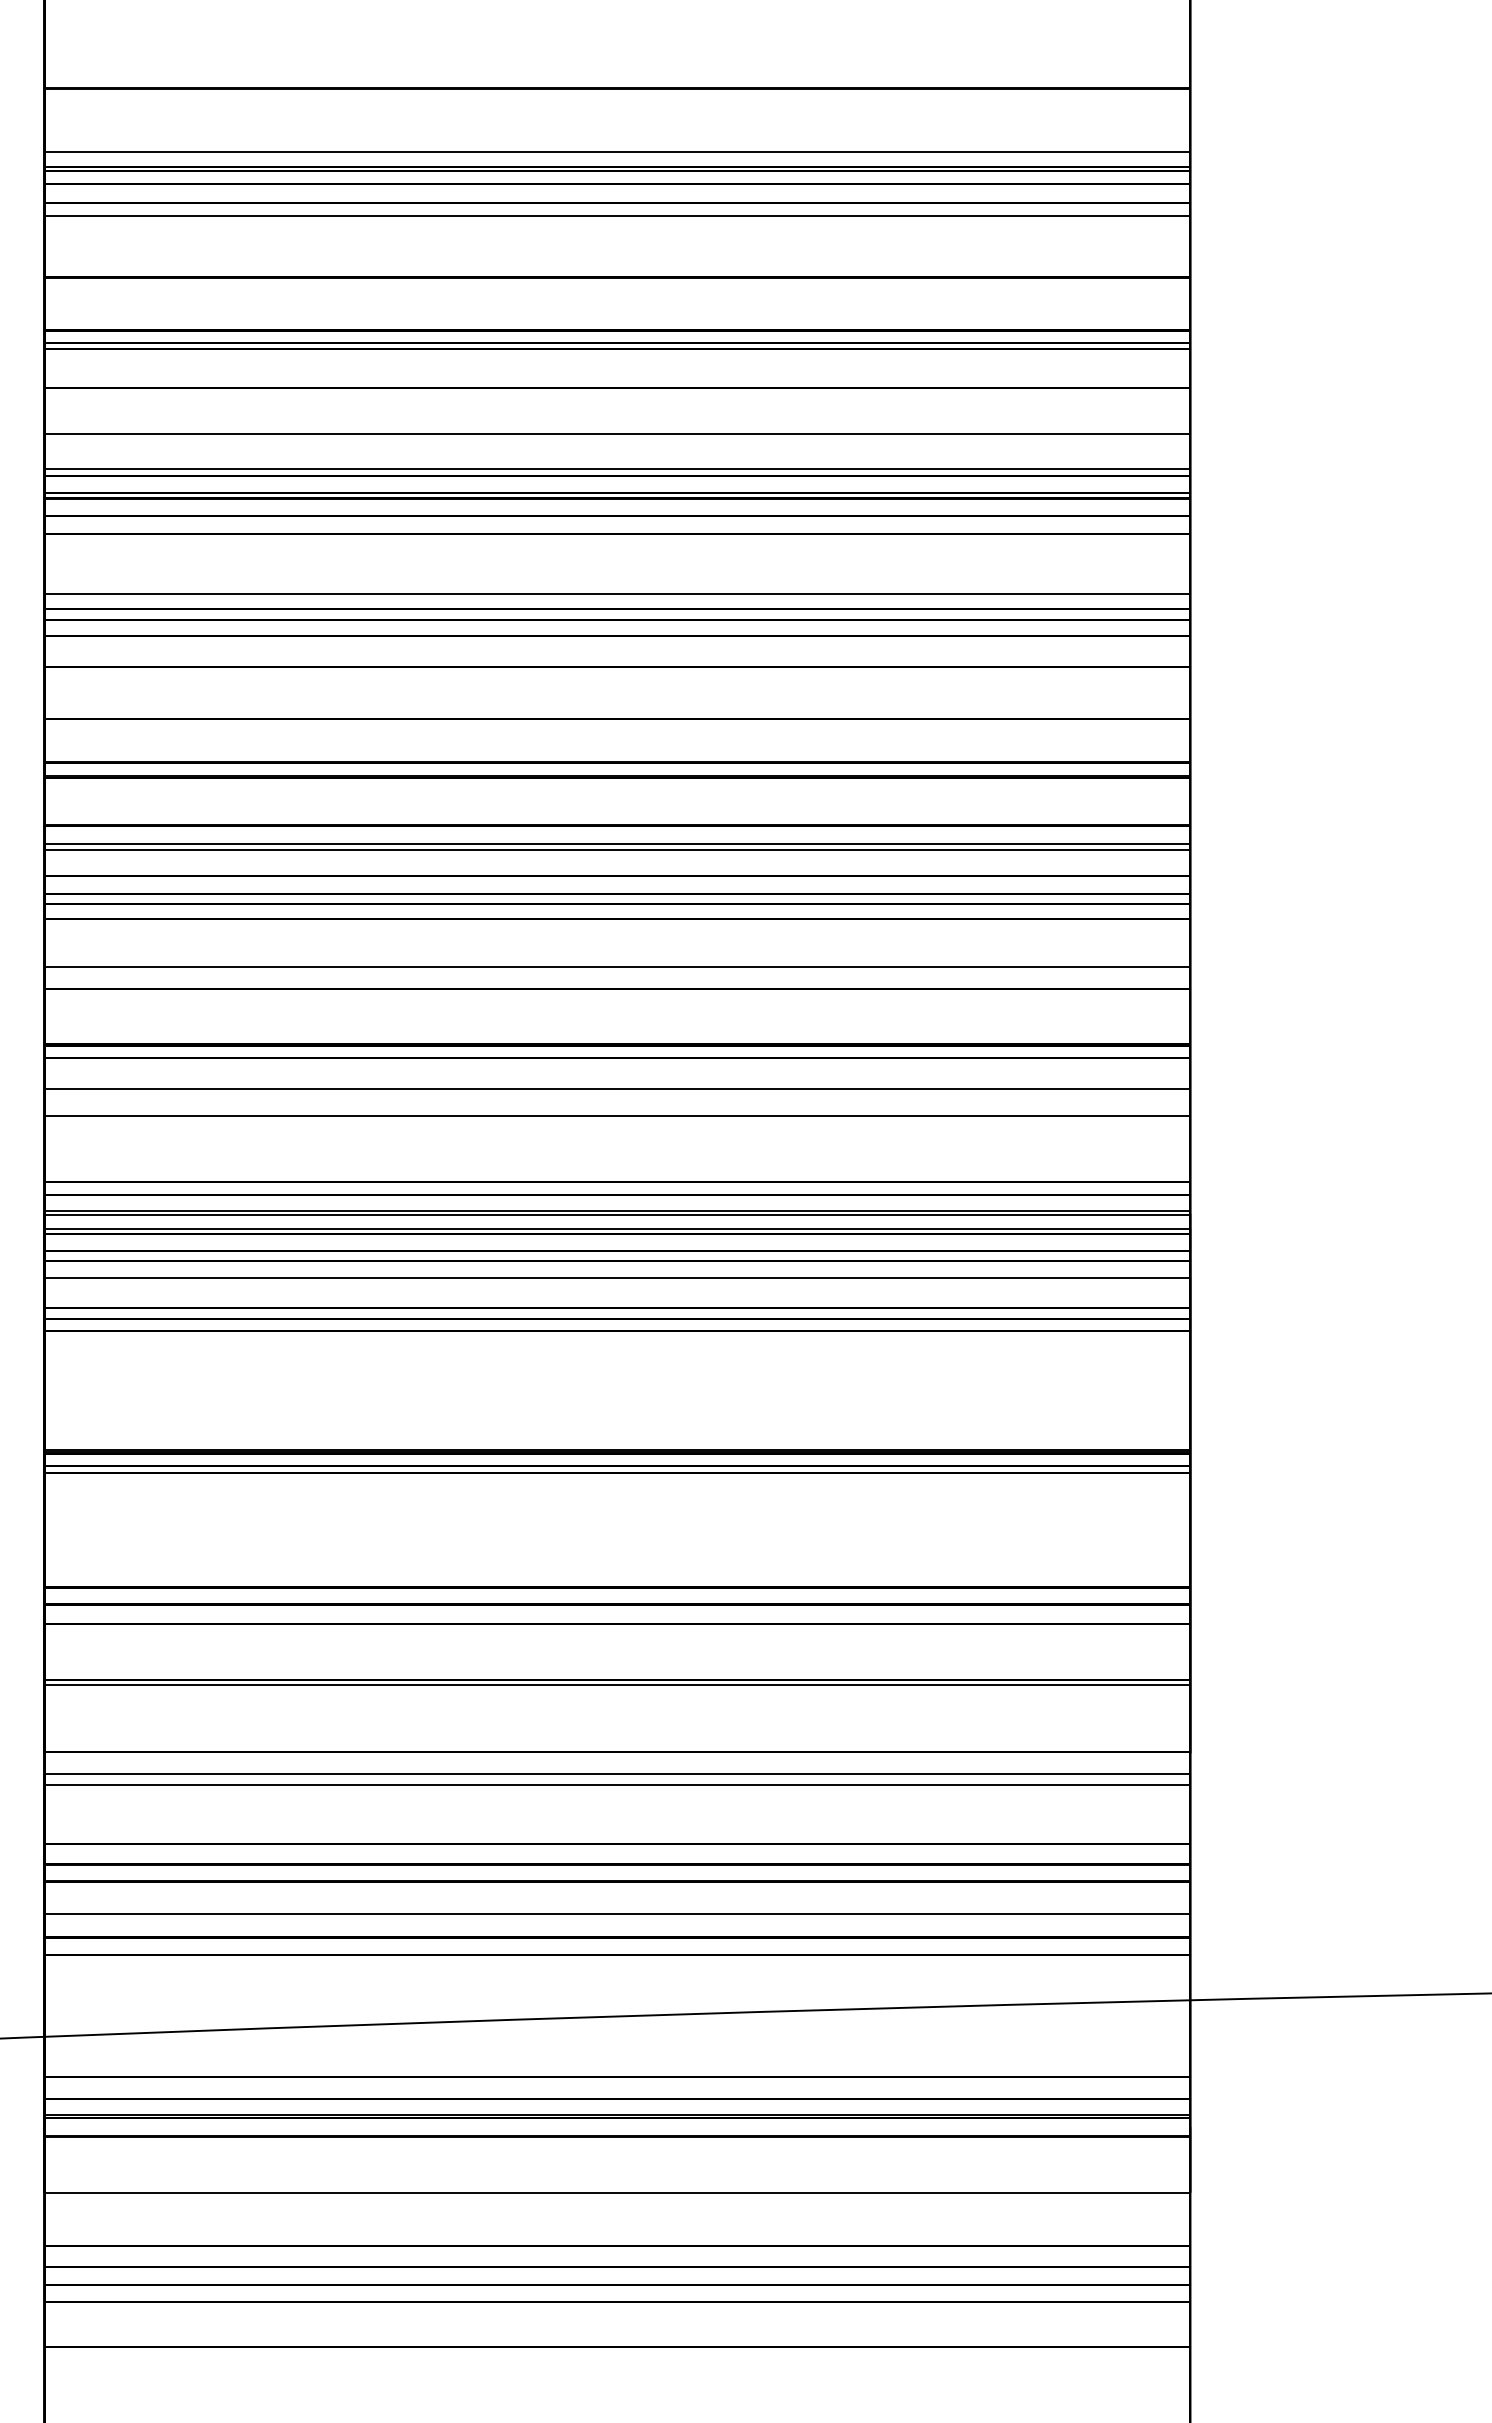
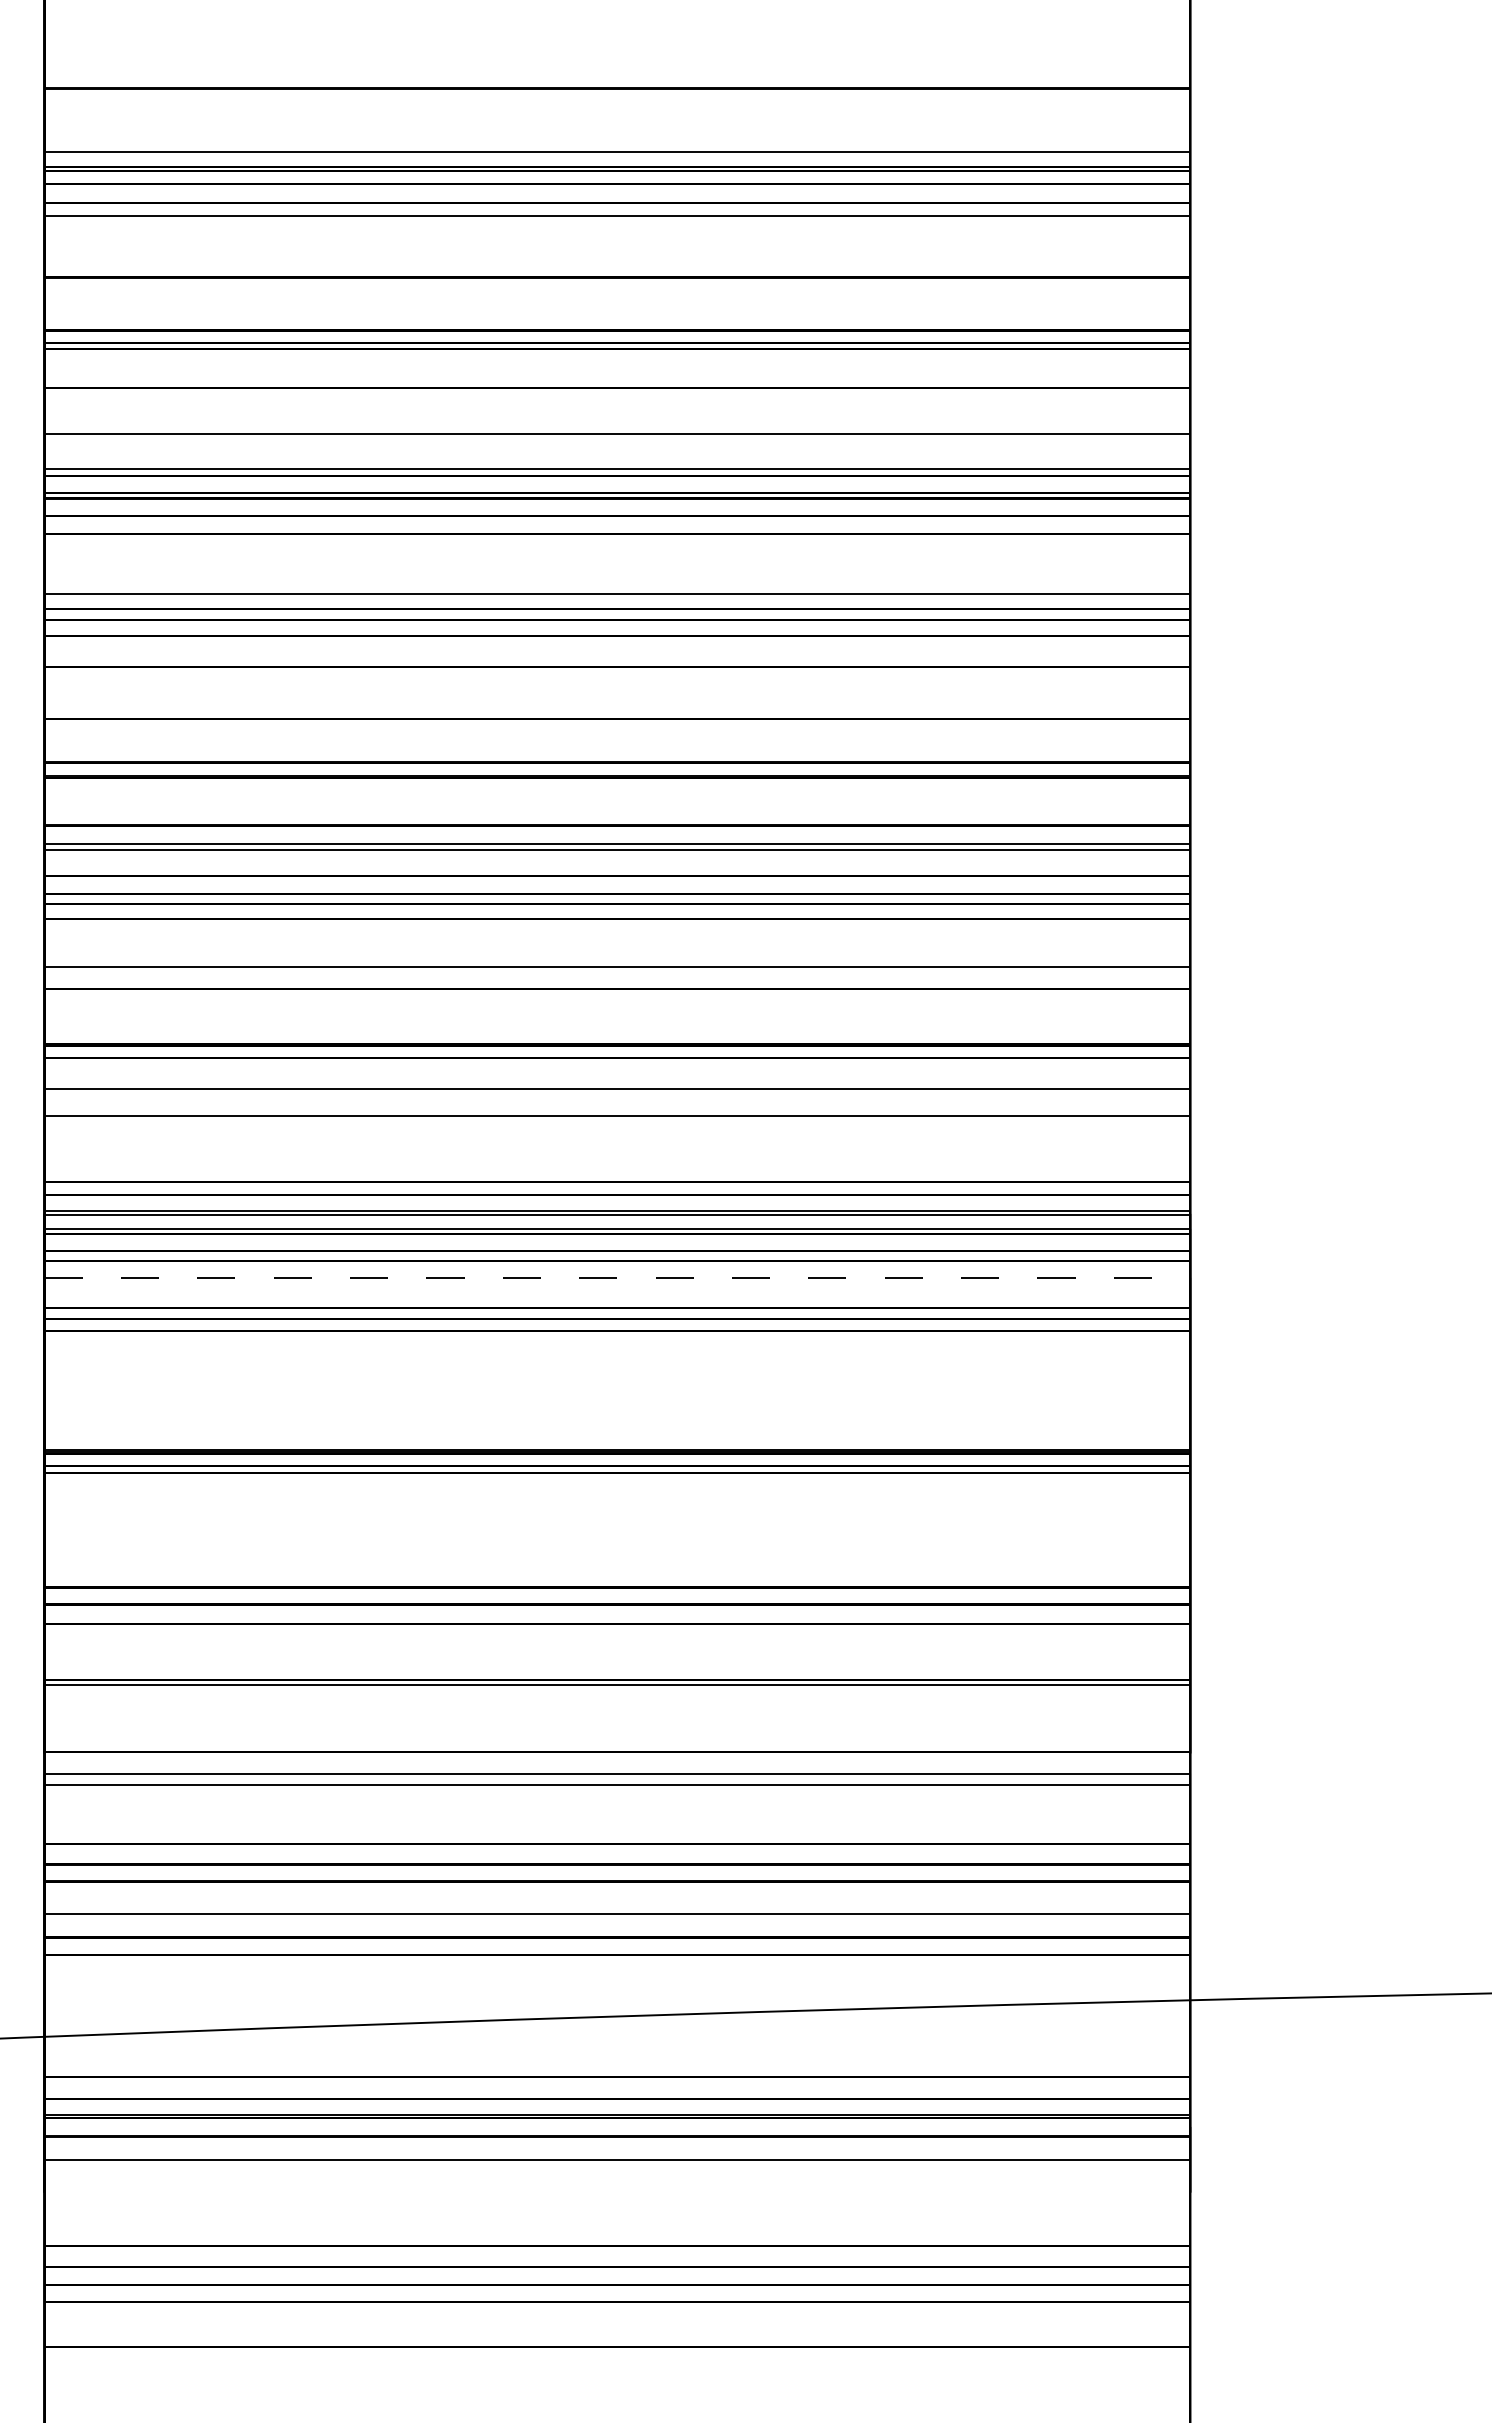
line at (617, 1277): solid -> dashed
line at (617, 2192) position: (617, 2192) -> (617, 2159)
